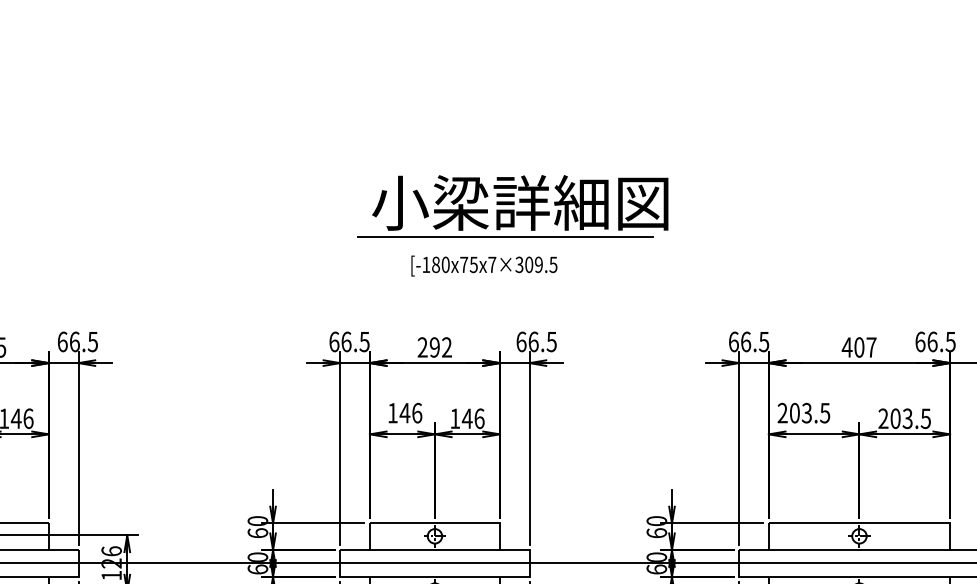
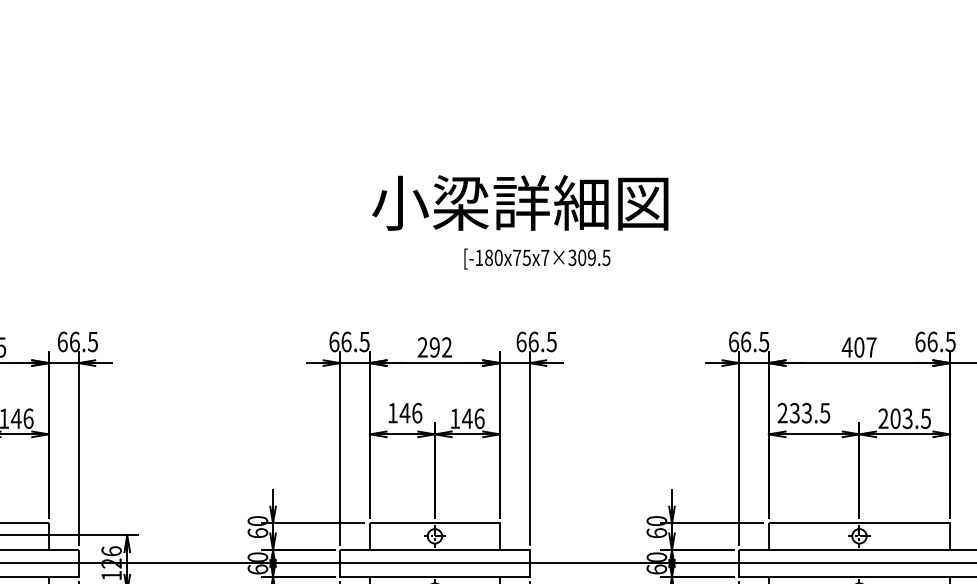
line at (504, 237): present -> none
text at (484, 265) position: (484, 265) -> (537, 258)
text at (794, 413): 203.5 -> 233.5
